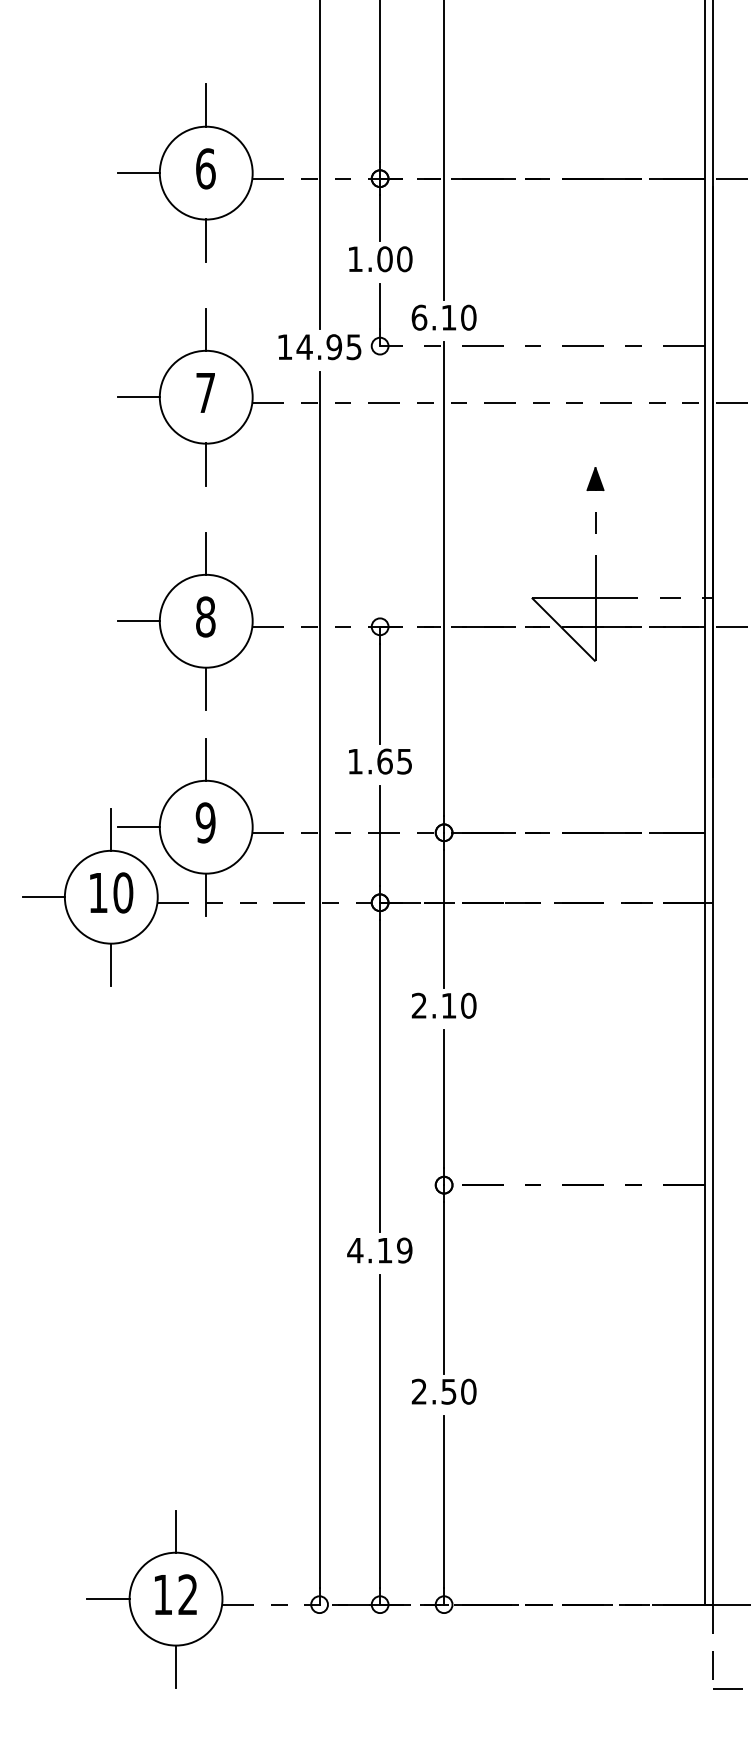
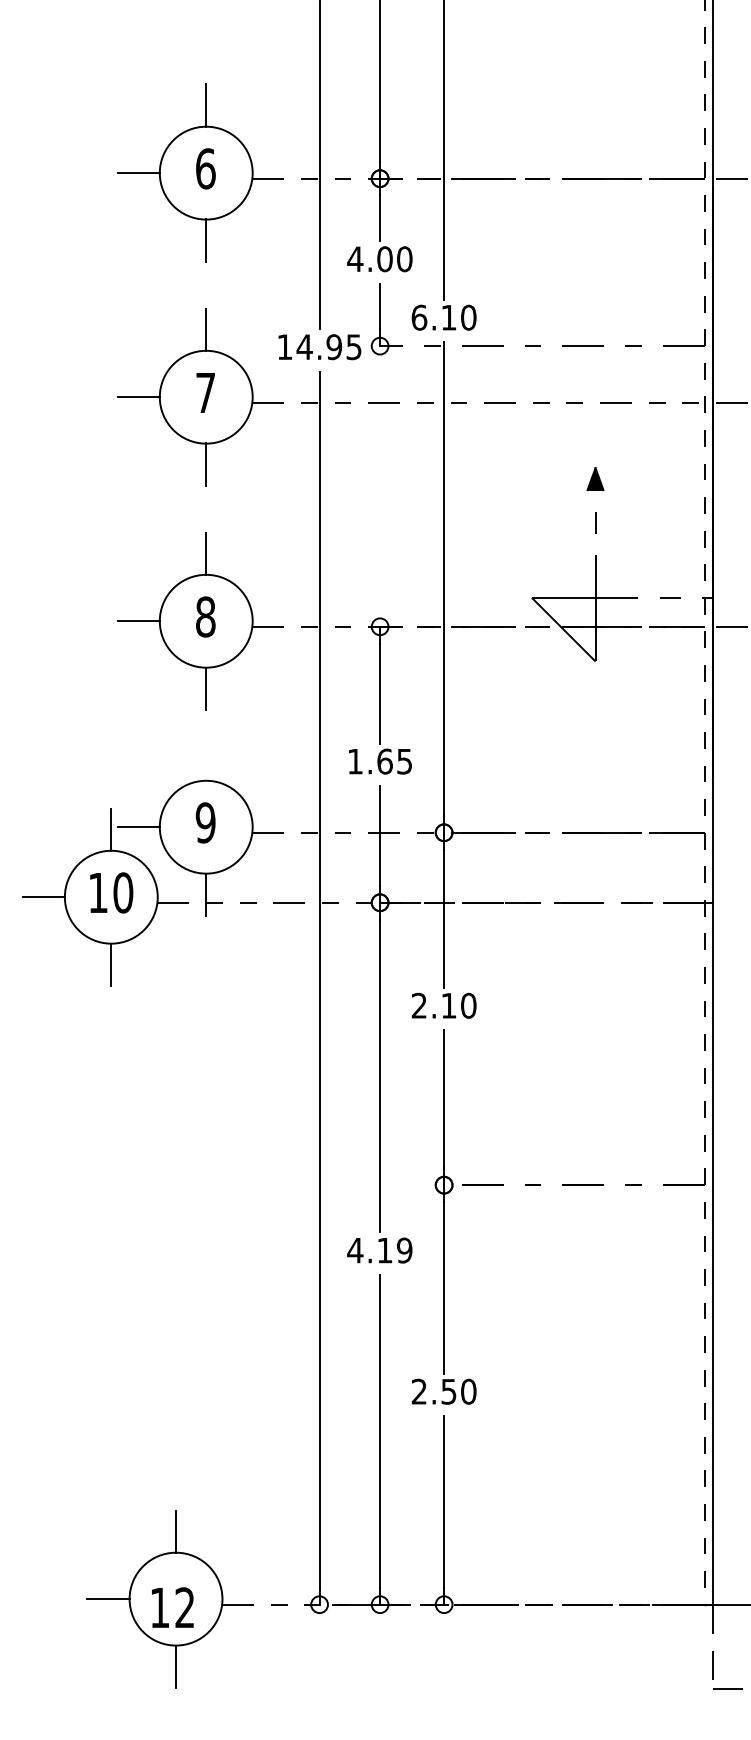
text at (355, 258): 1.00 -> 4.00
line at (206, 759): present -> none
line at (704, 802): solid -> dashed
text at (175, 1594) position: (175, 1594) -> (172, 1607)
